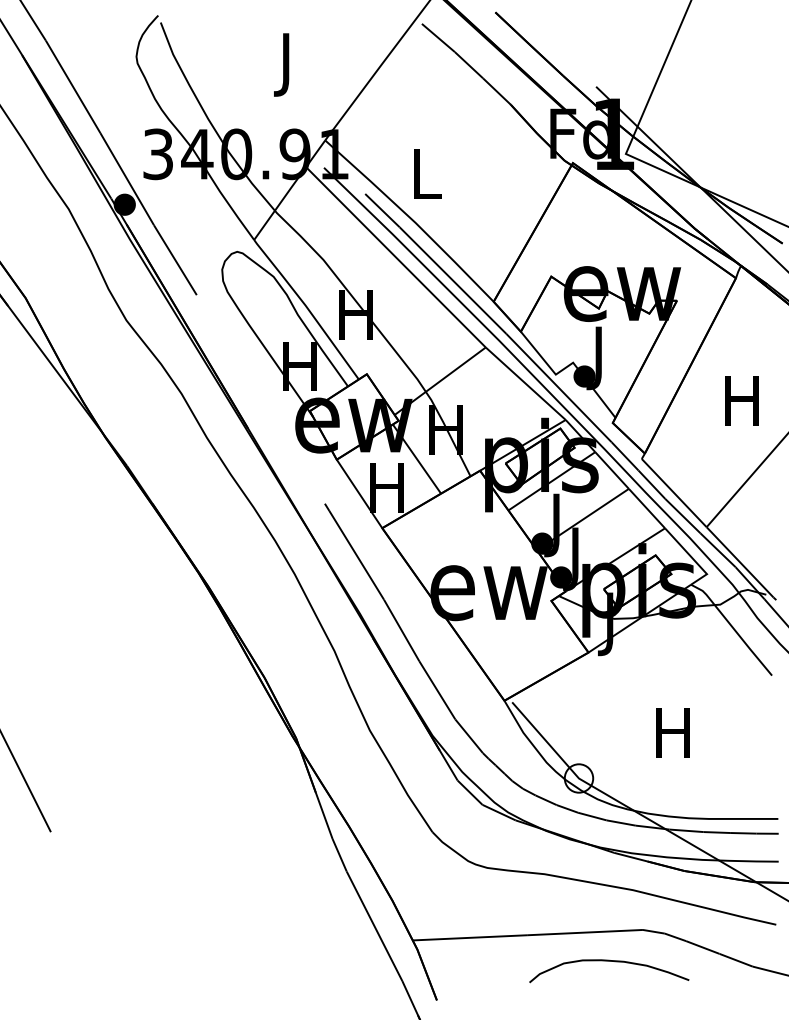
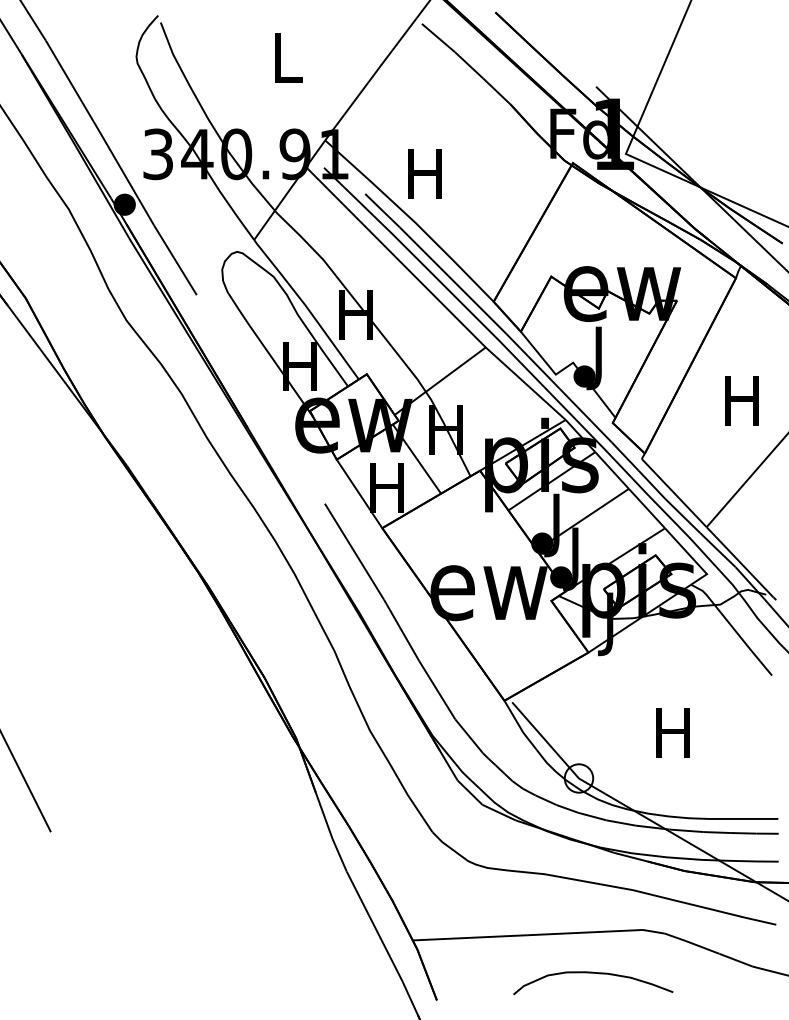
text at (288, 64): J -> L
text at (424, 173): L -> H
curve at (609, 961) position: (609, 961) -> (593, 973)
